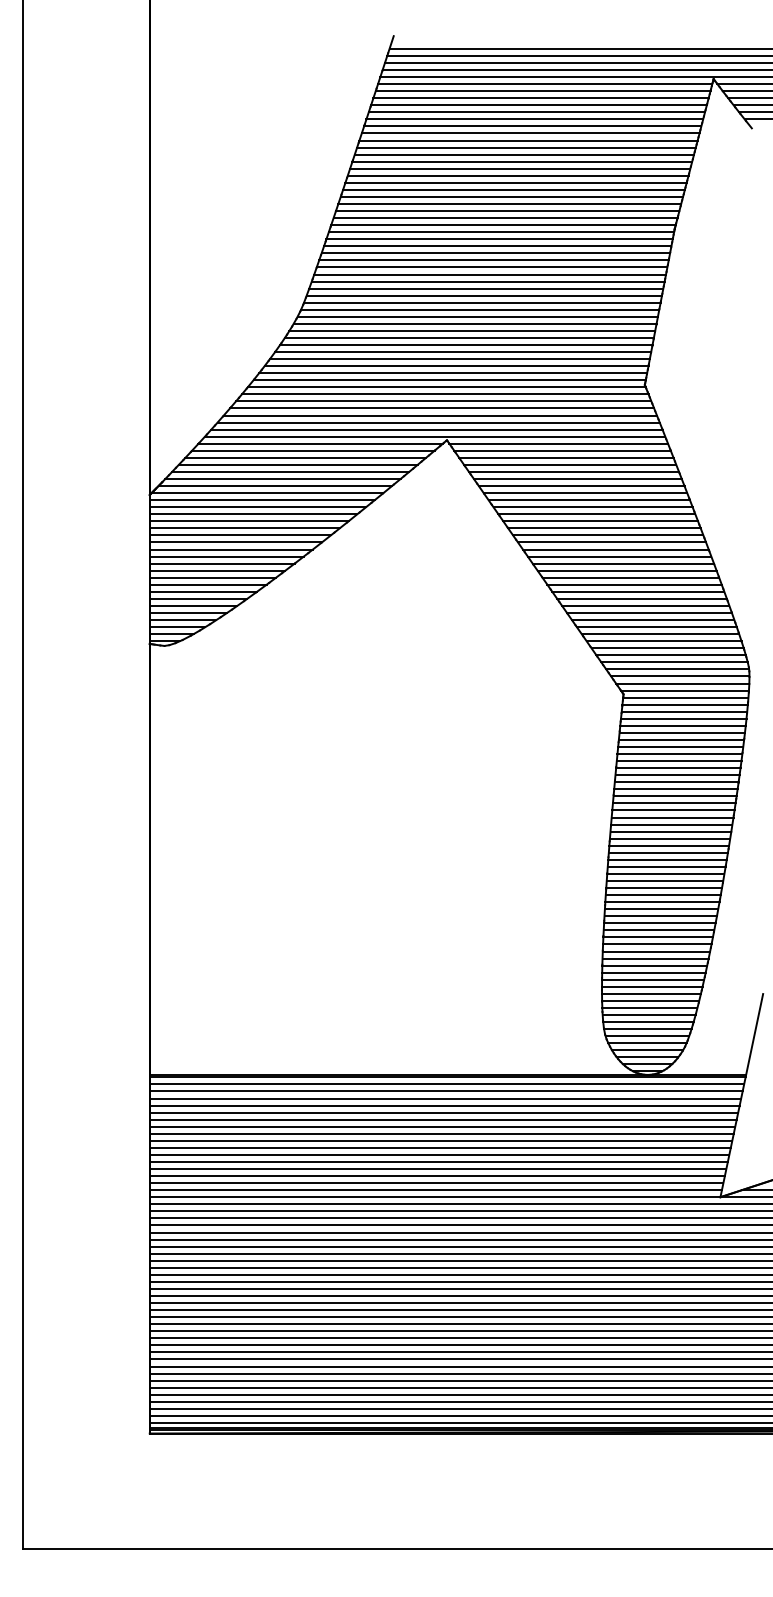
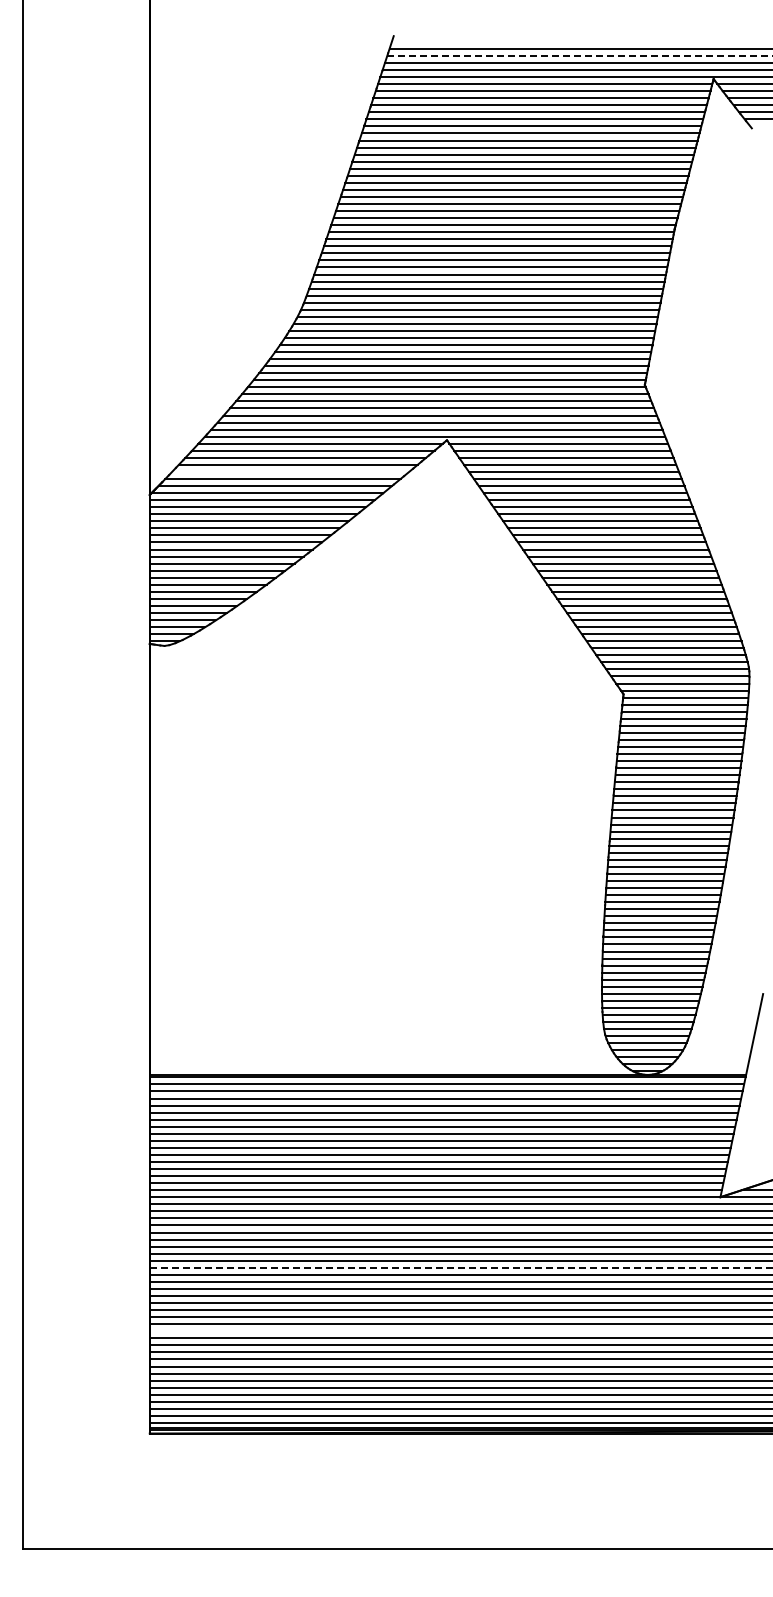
line at (580, 55): solid -> dashed
line at (290, 471): present -> none
line at (461, 1267): solid -> dashed
line at (459, 1331): present -> none
